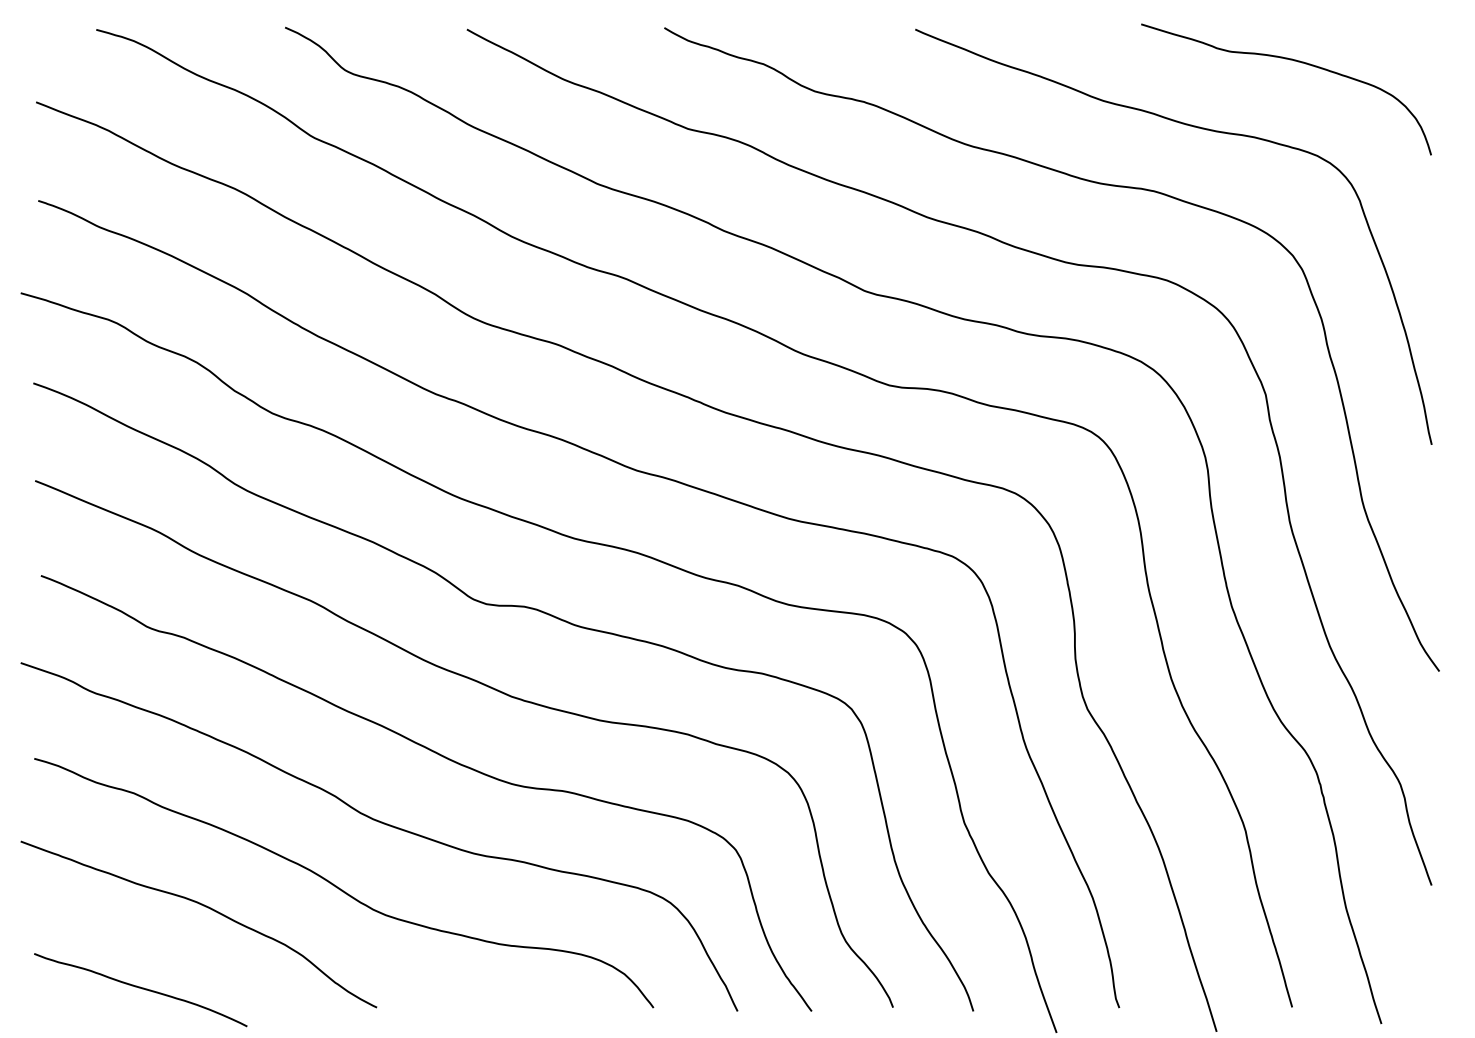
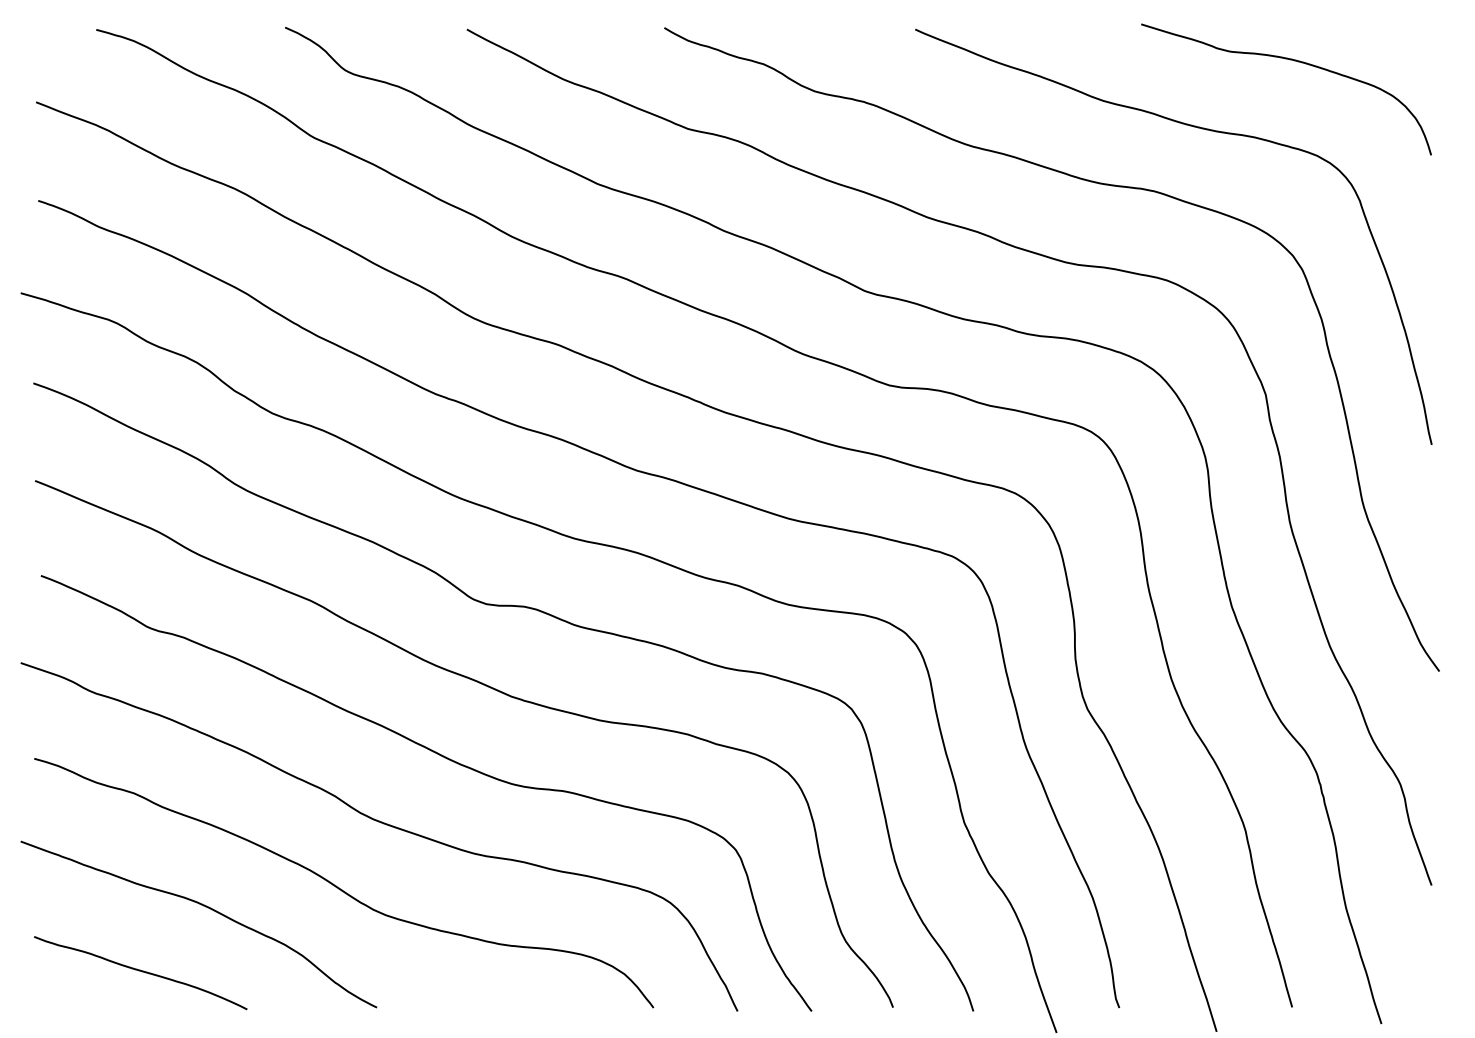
curve at (140, 988) position: (140, 988) -> (140, 971)
